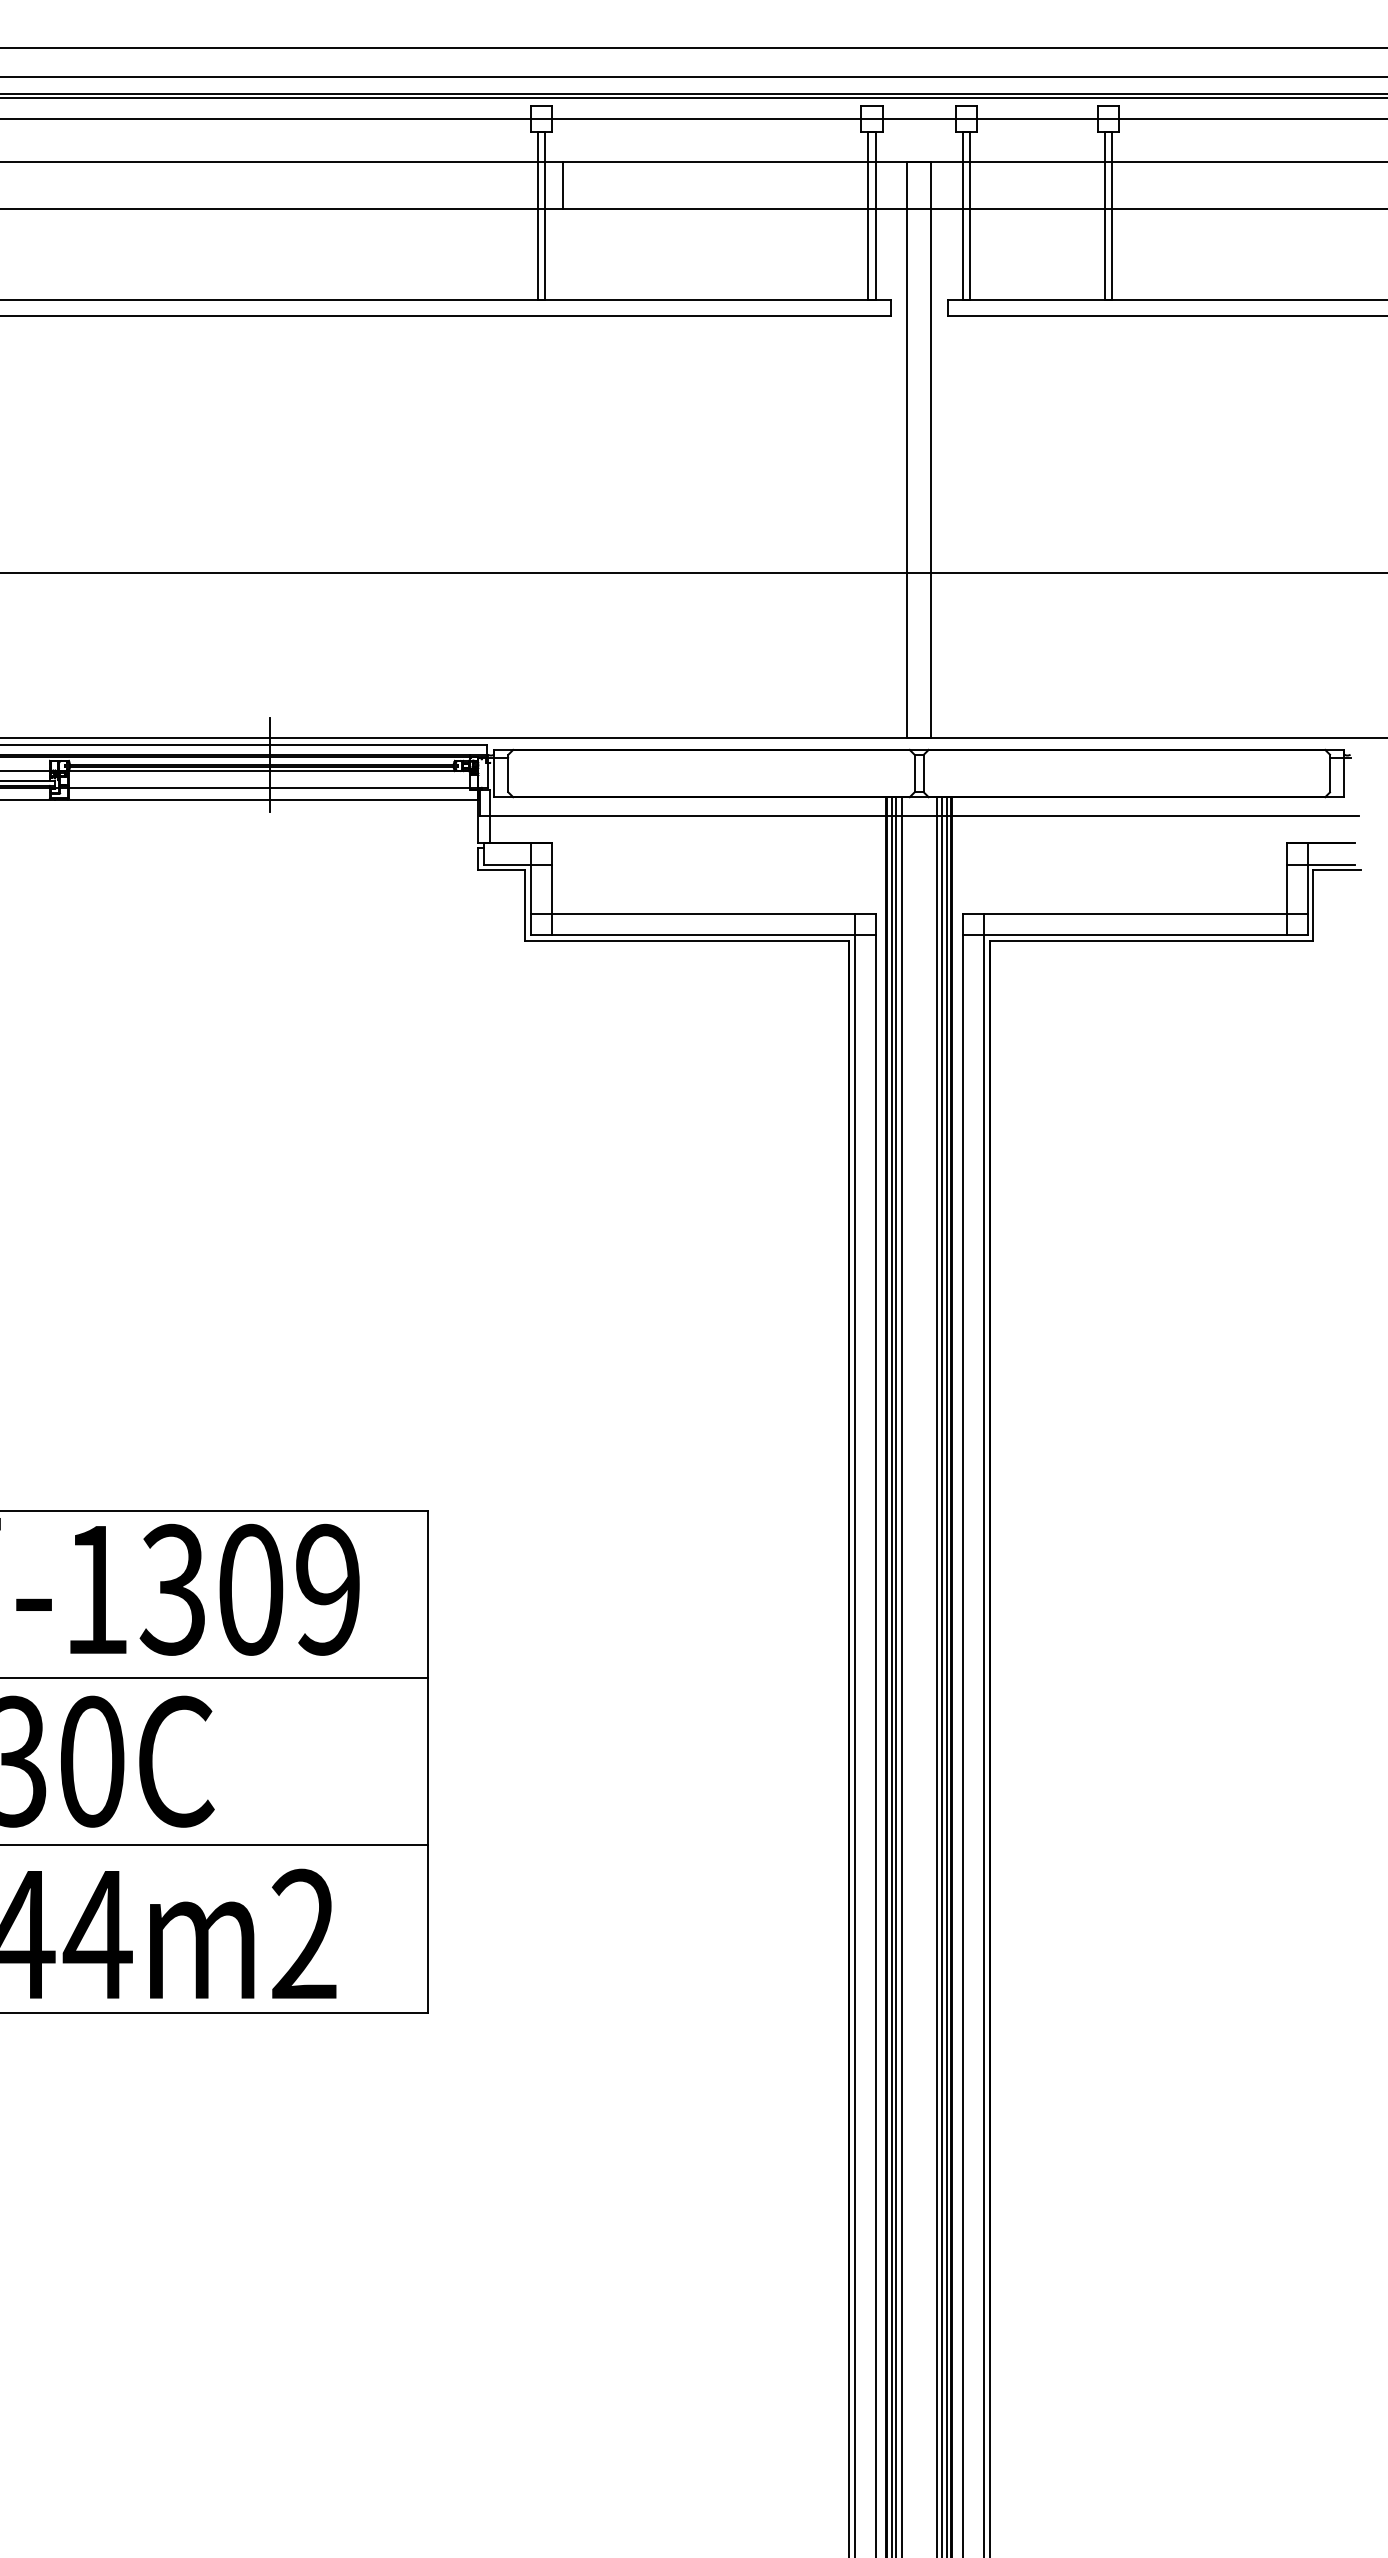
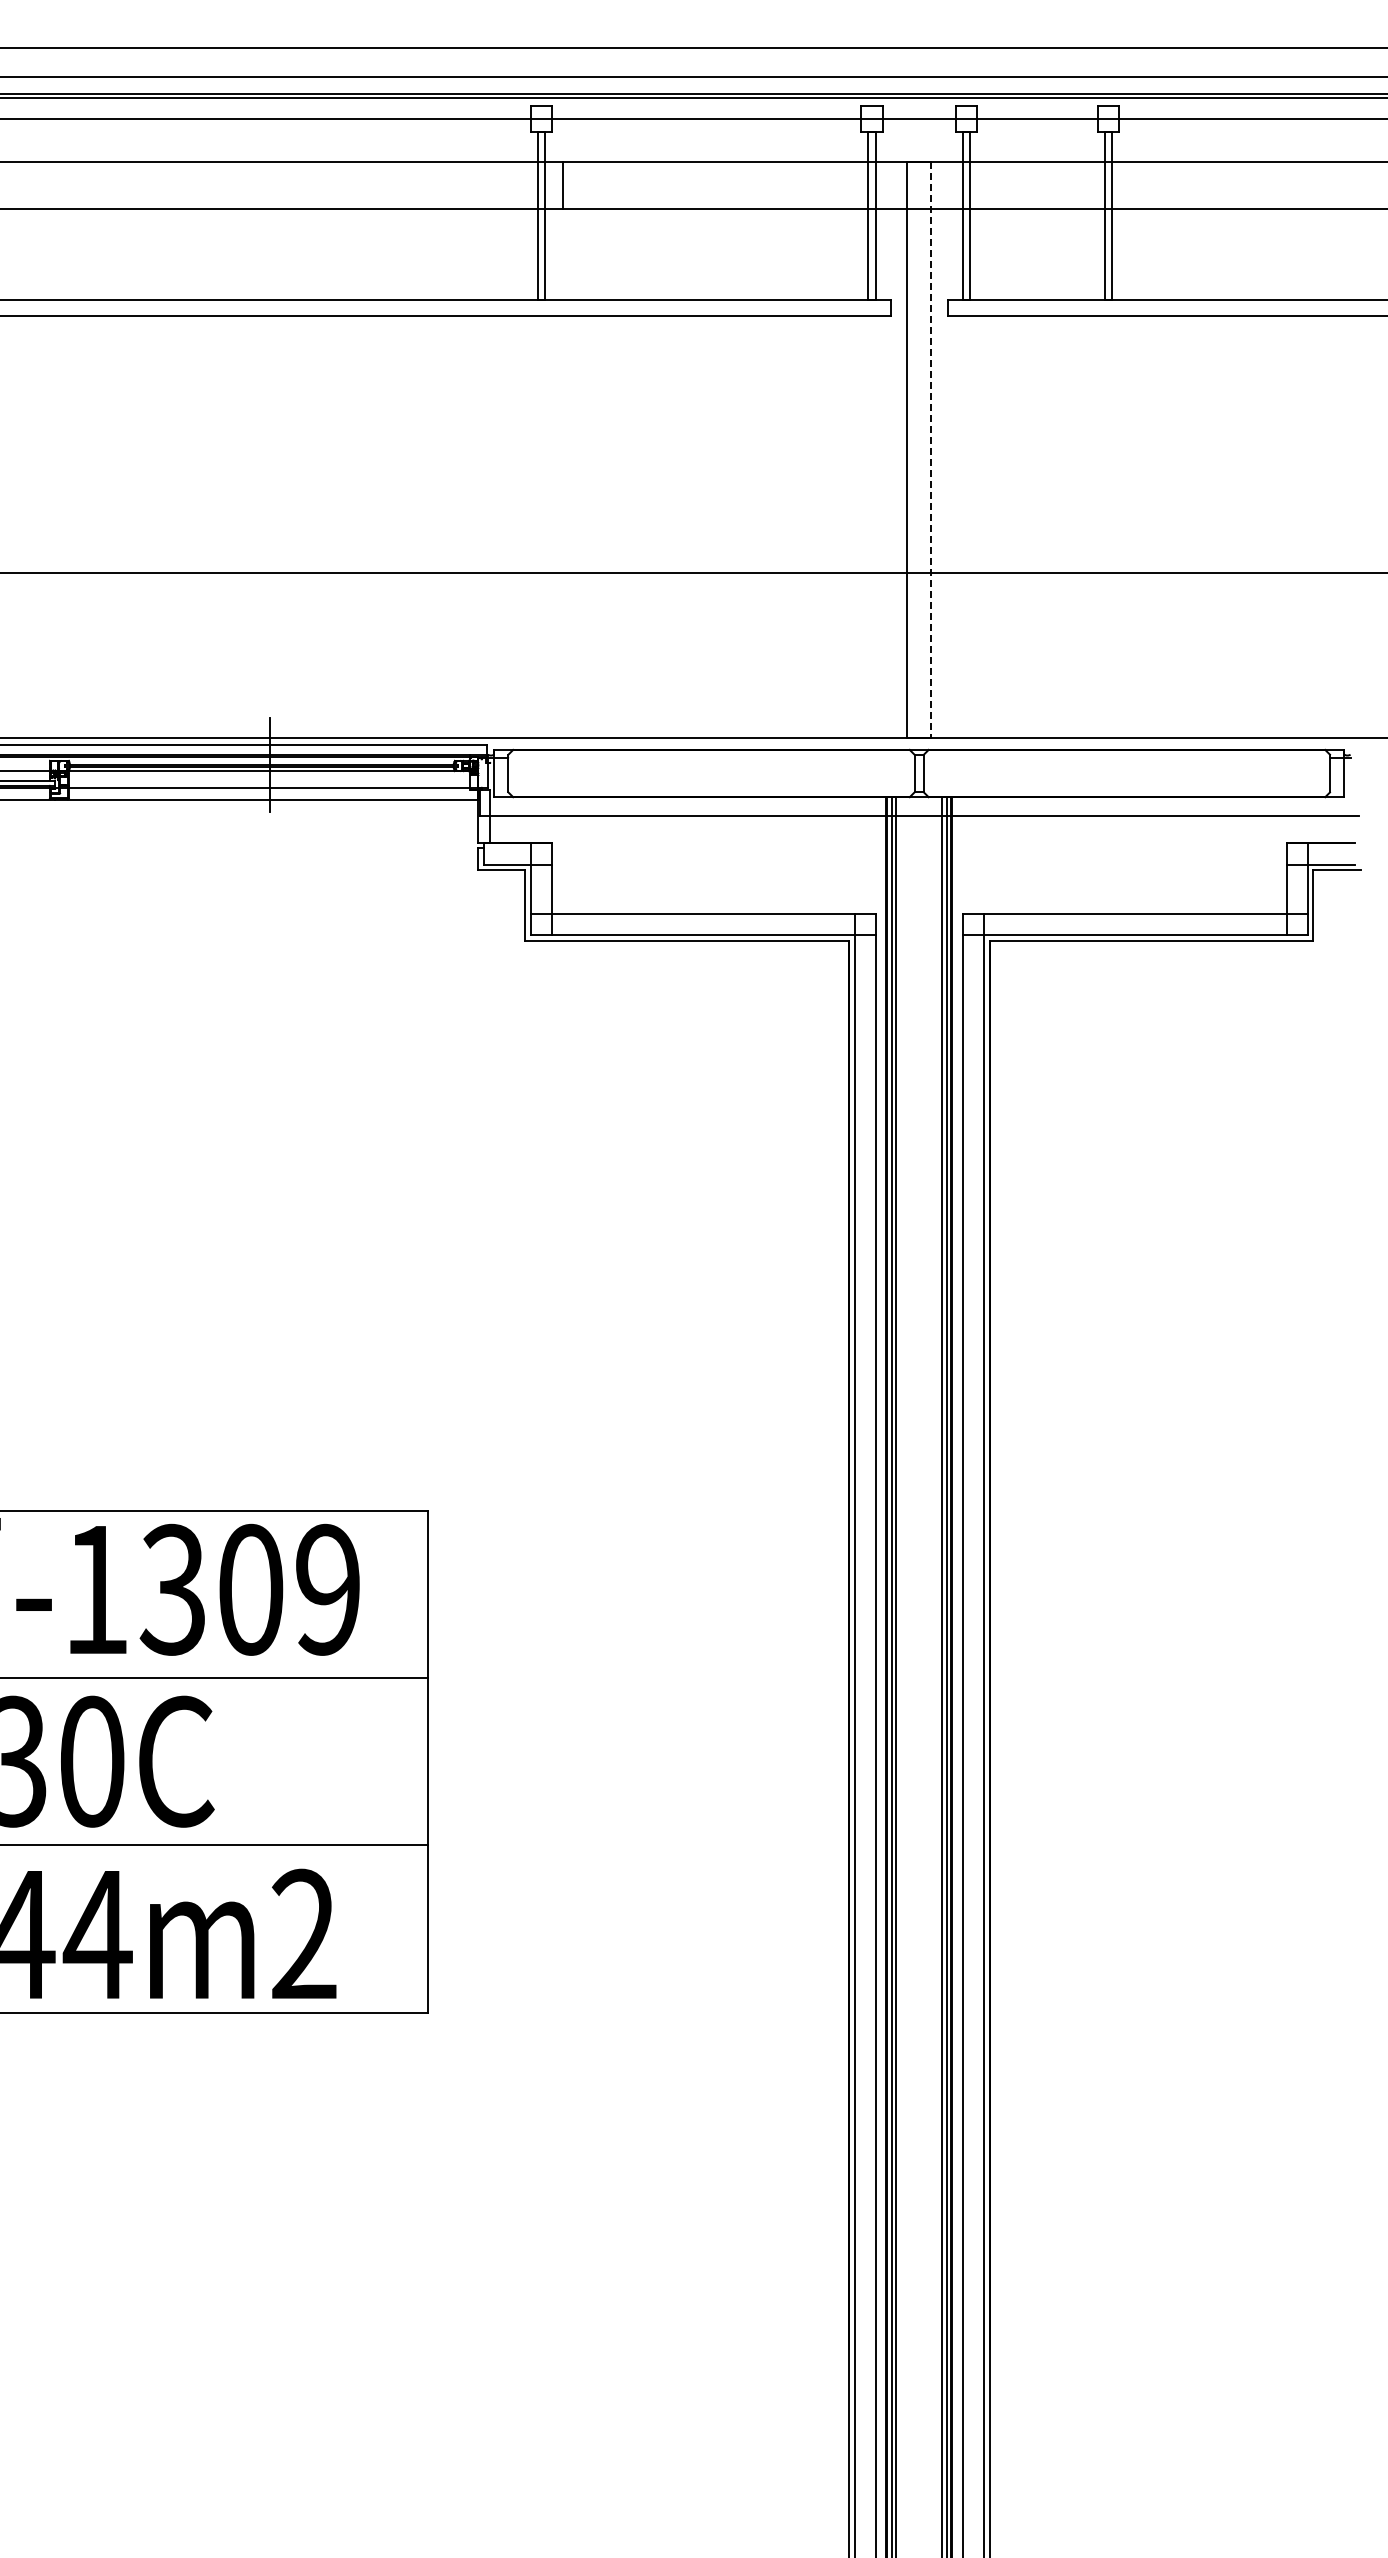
line at (931, 450): solid -> dashed
line at (901, 1675): present -> none
line at (936, 1675): present -> none
